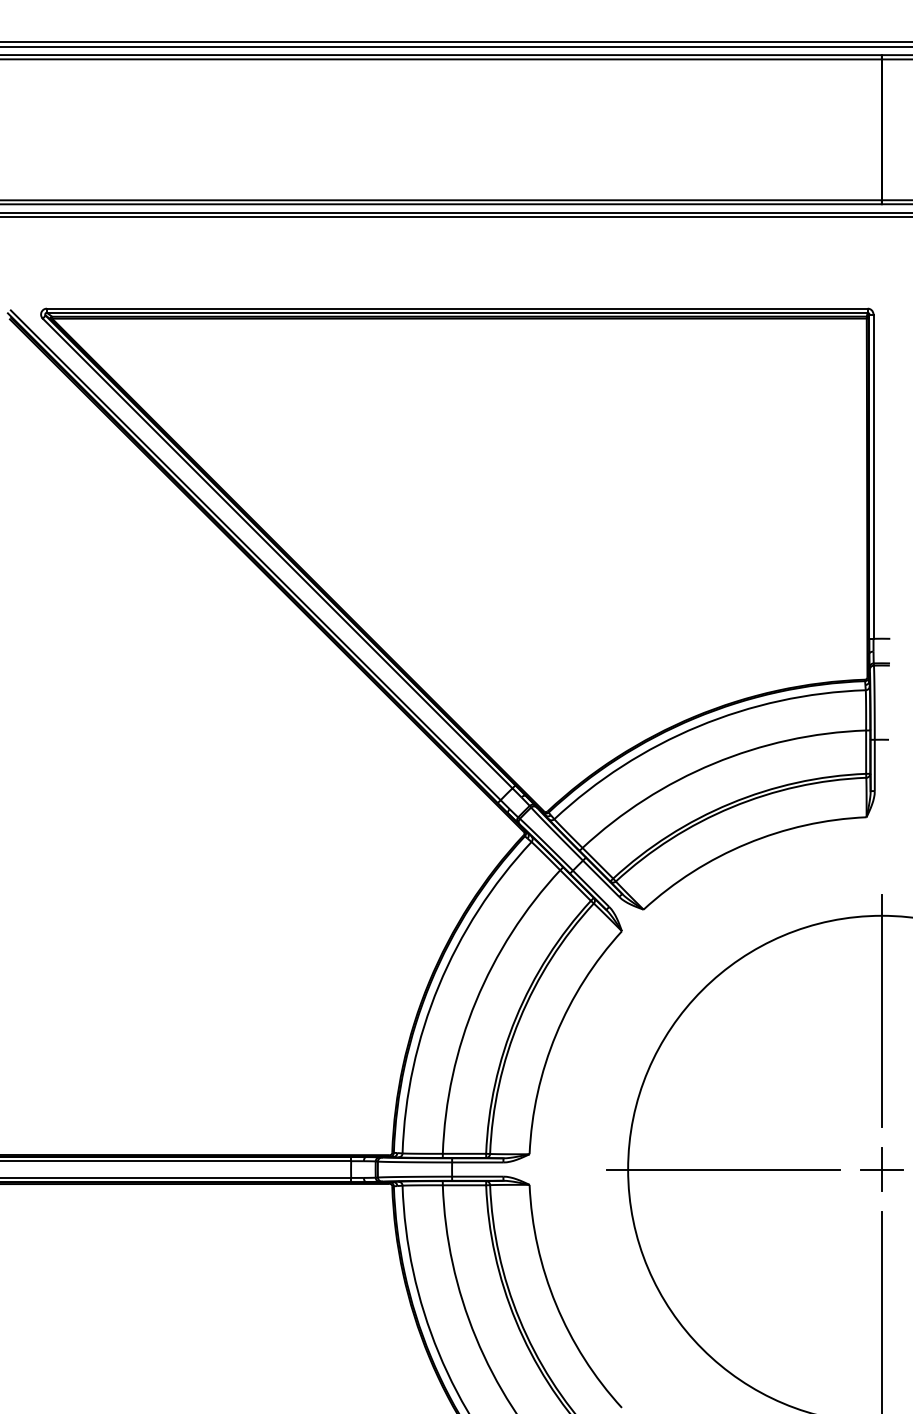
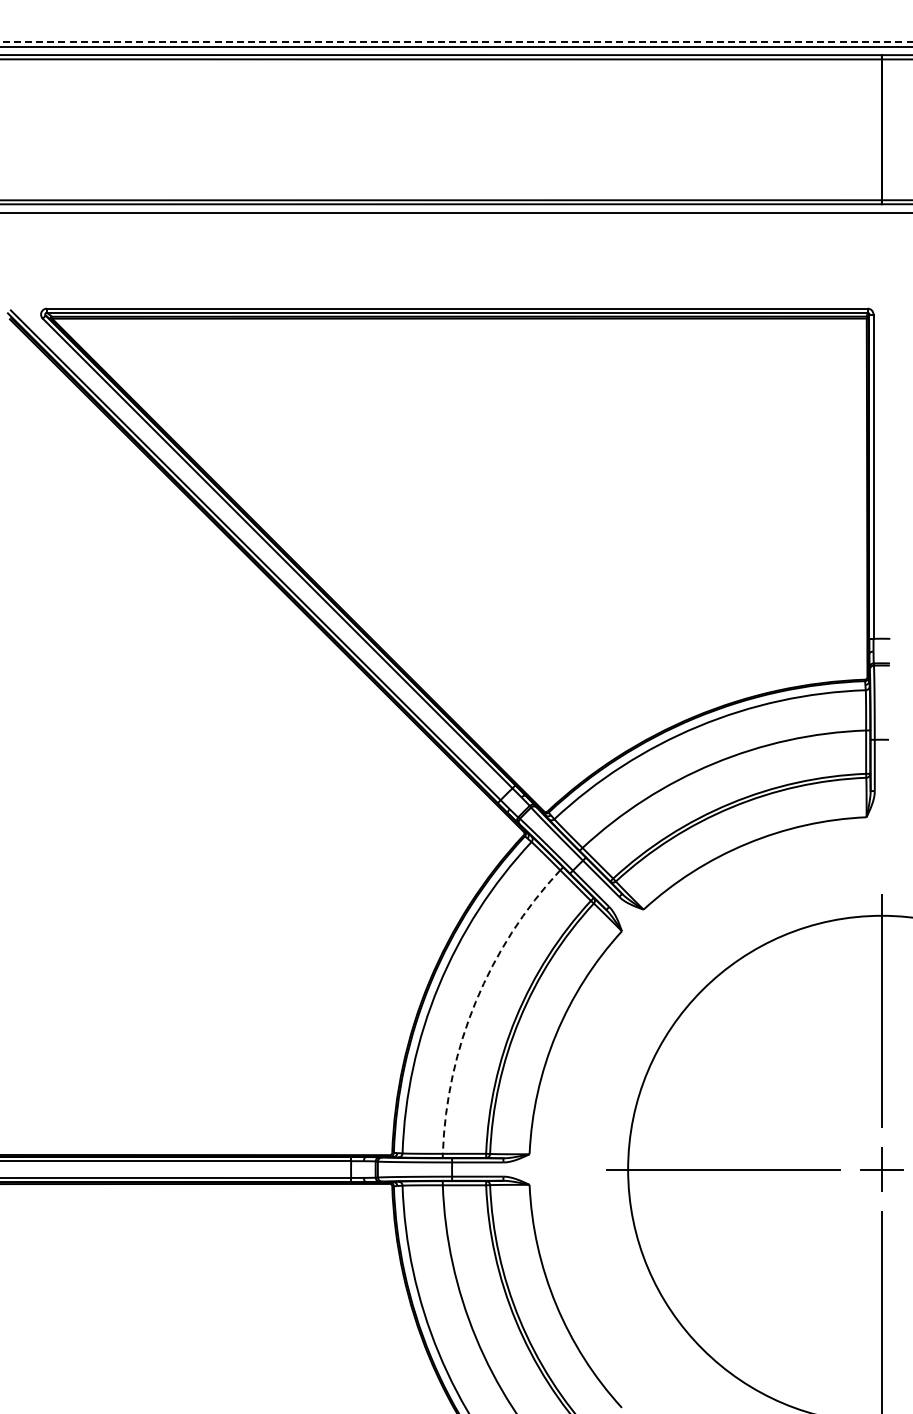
line at (456, 42): solid -> dashed
line at (455, 216): present -> none
arc at (475, 1001): solid -> dashed
